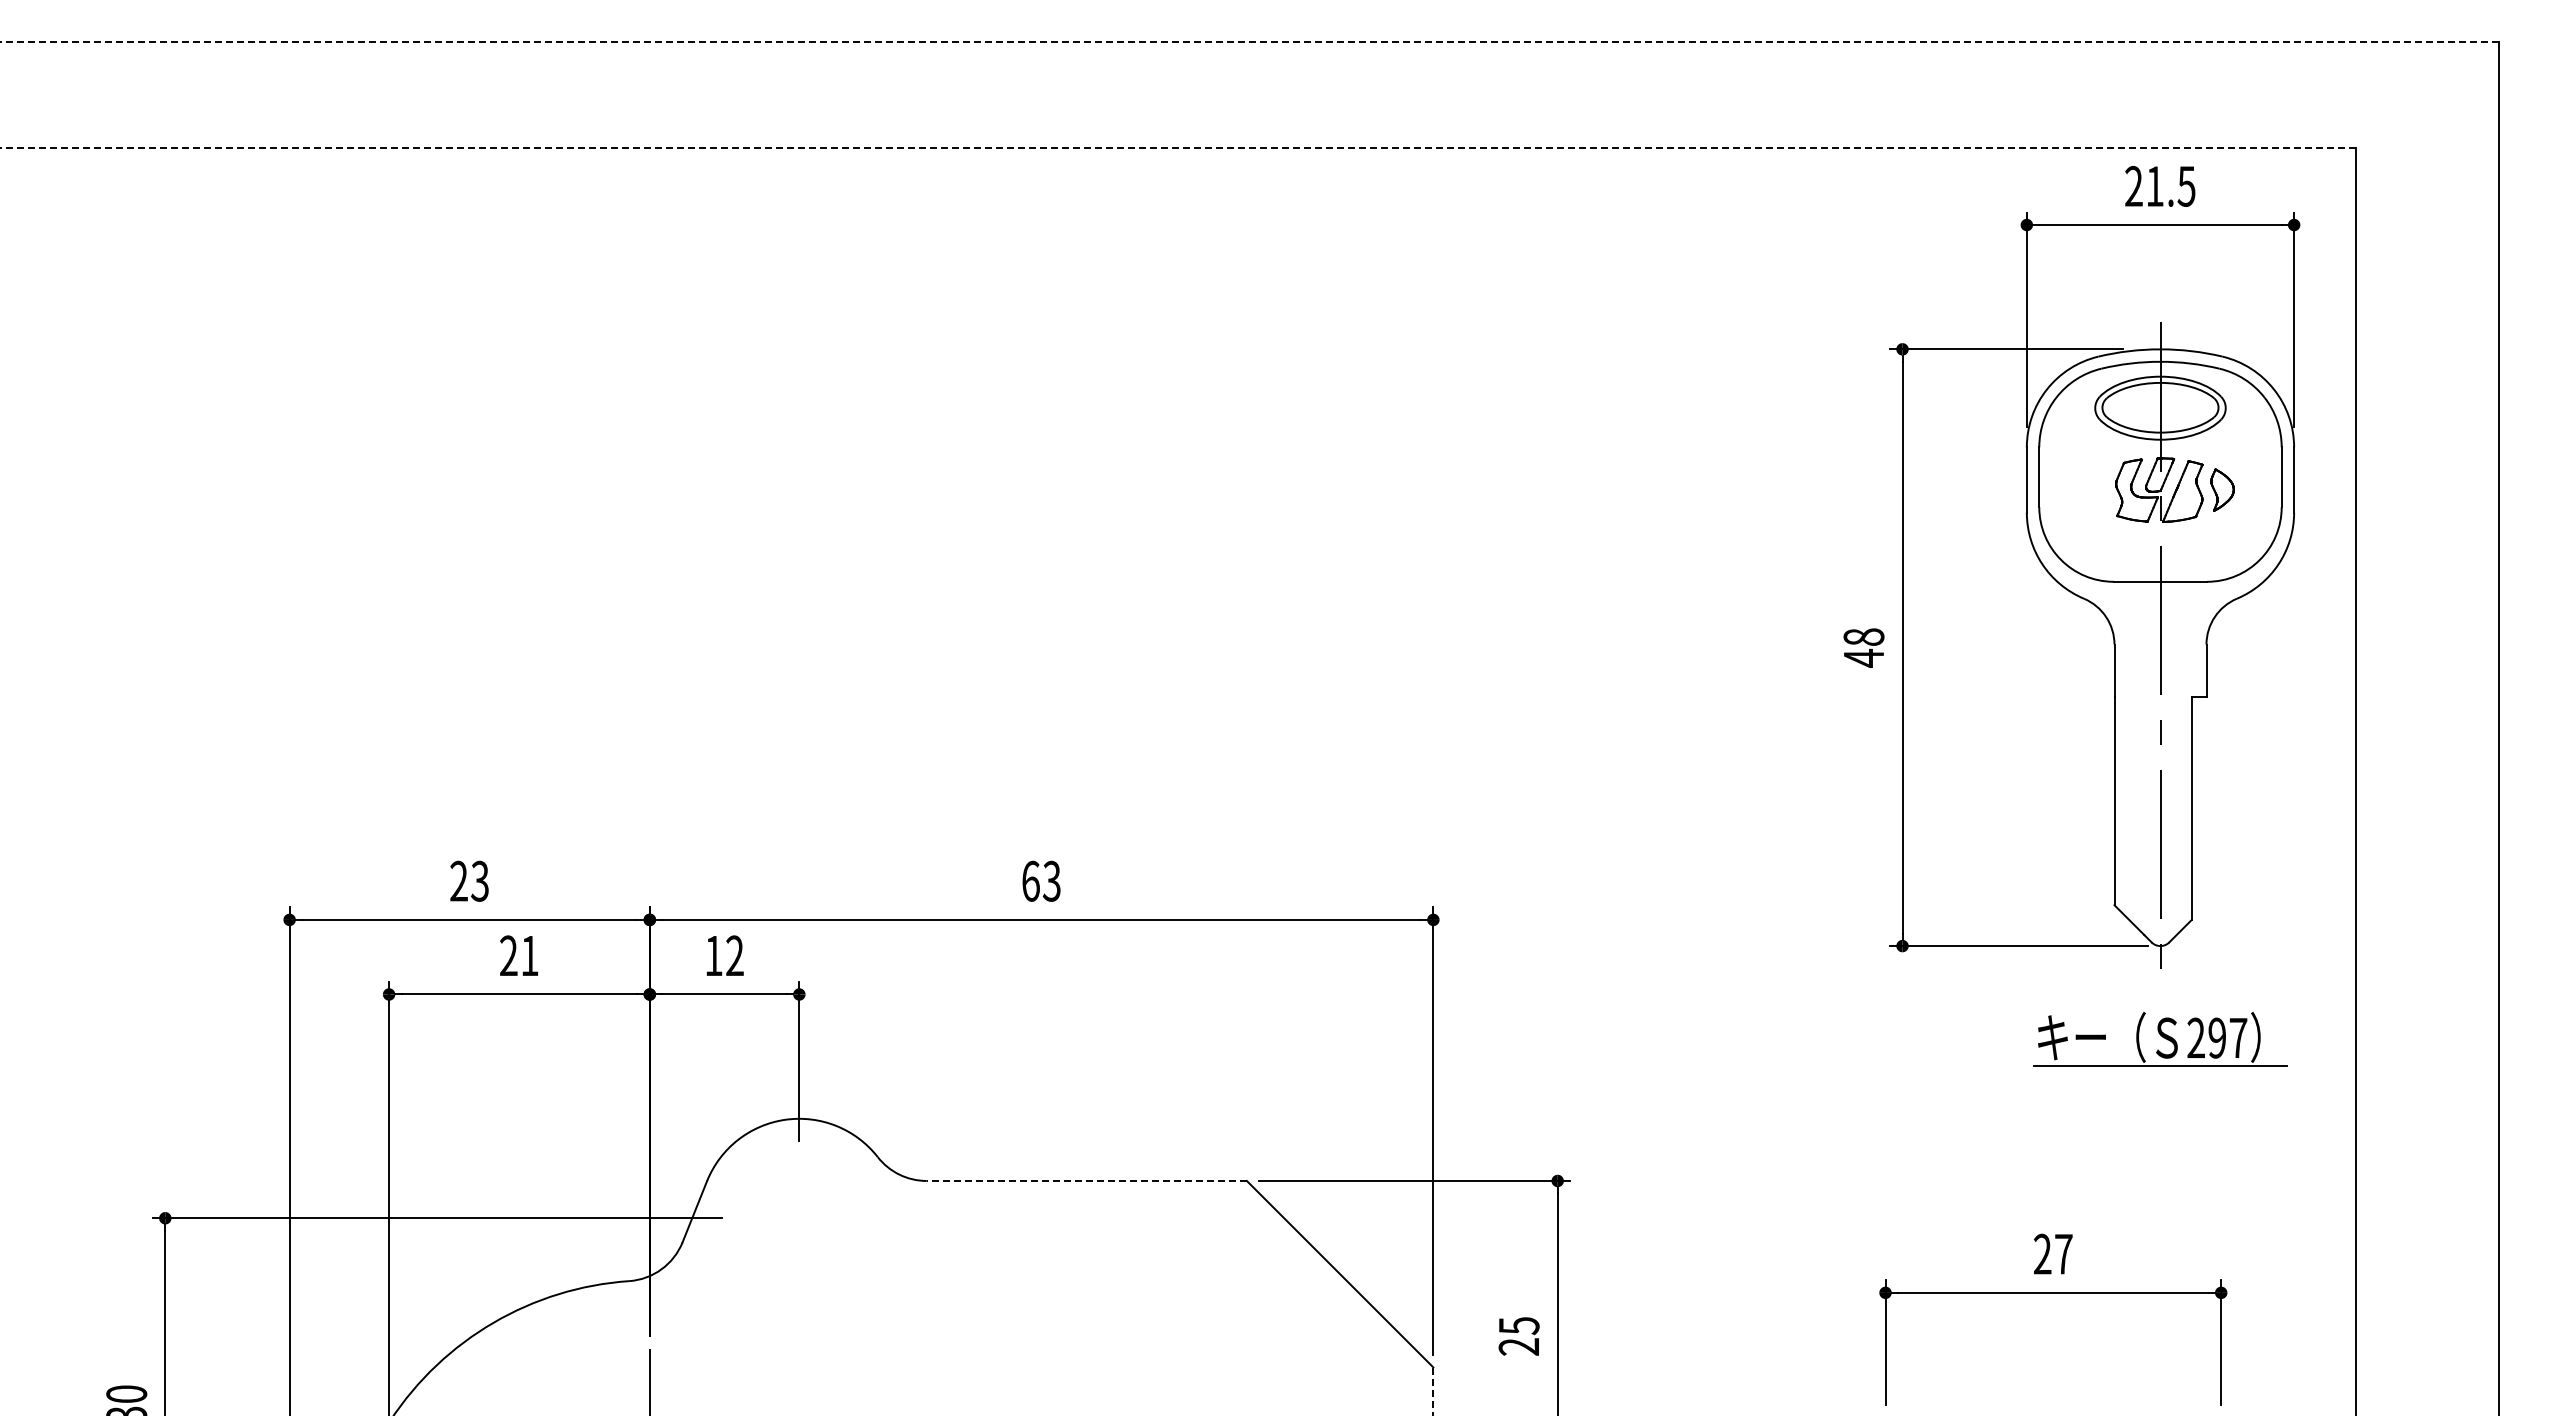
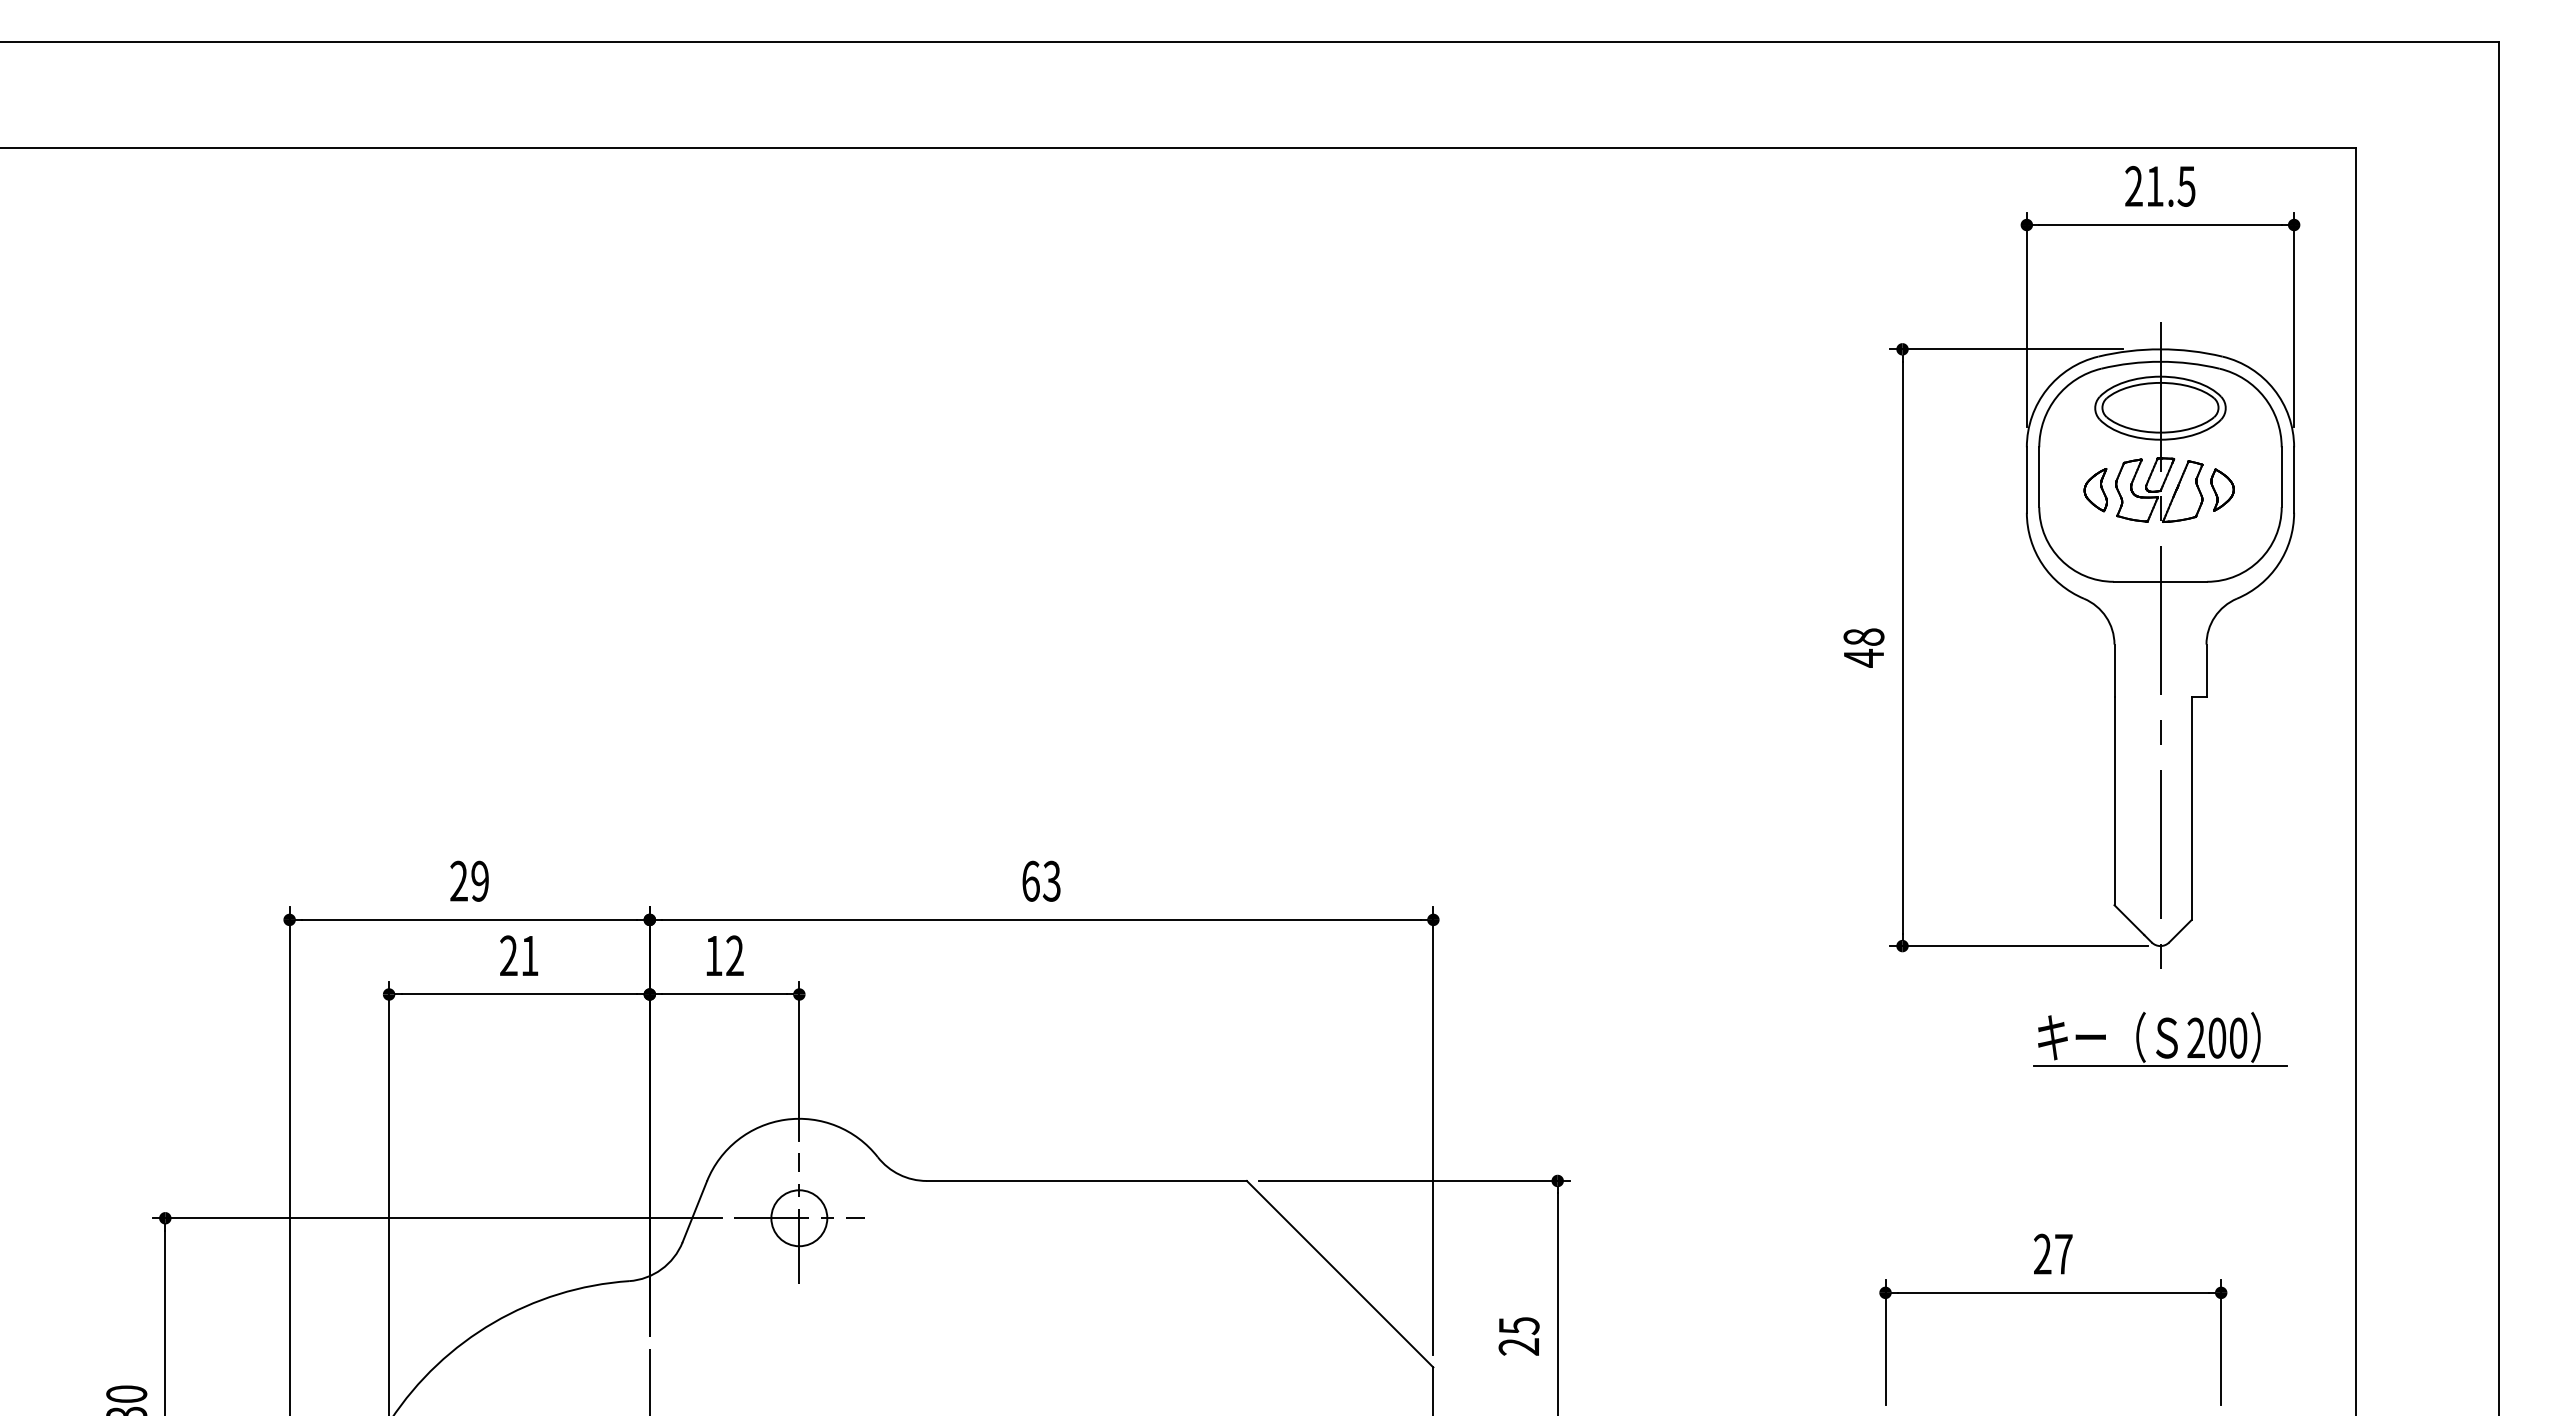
line at (1249, 42): dashed -> solid
line at (1177, 147): dashed -> solid
part at (2095, 490): none -> present
text at (479, 881): 23 -> 29
text at (2227, 1037): 297 -> 200
line at (1086, 1180): dashed -> solid
part at (799, 1218): none -> present
line at (1433, 1391): dashed -> solid
